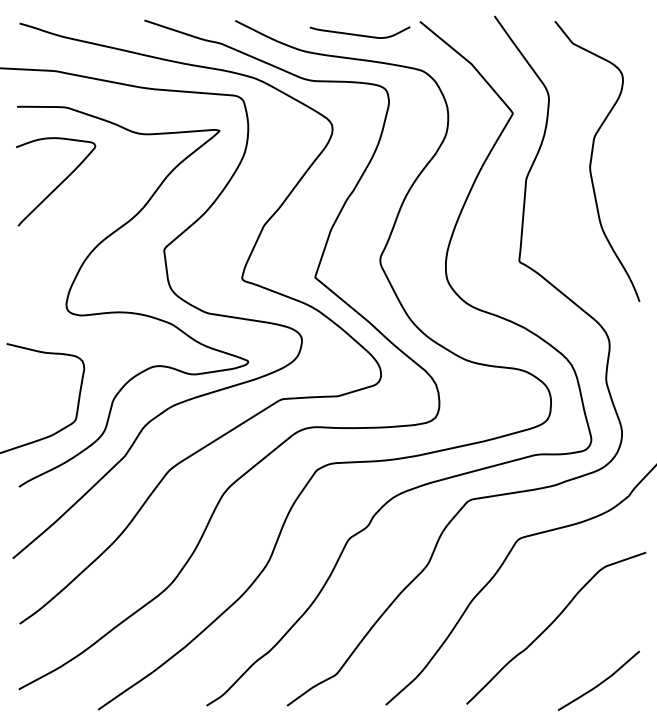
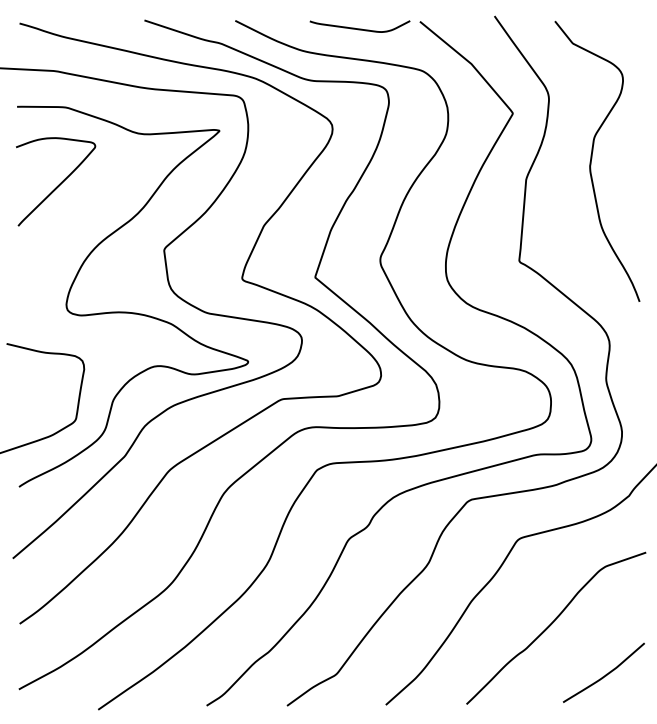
curve at (359, 34) position: (359, 34) -> (359, 28)
curve at (600, 682) position: (600, 682) -> (605, 674)
